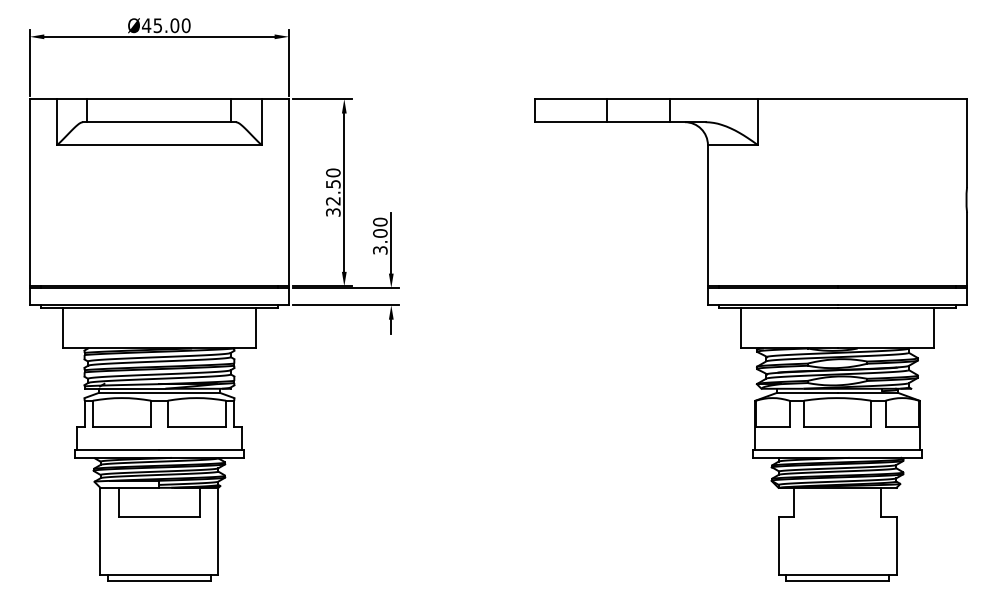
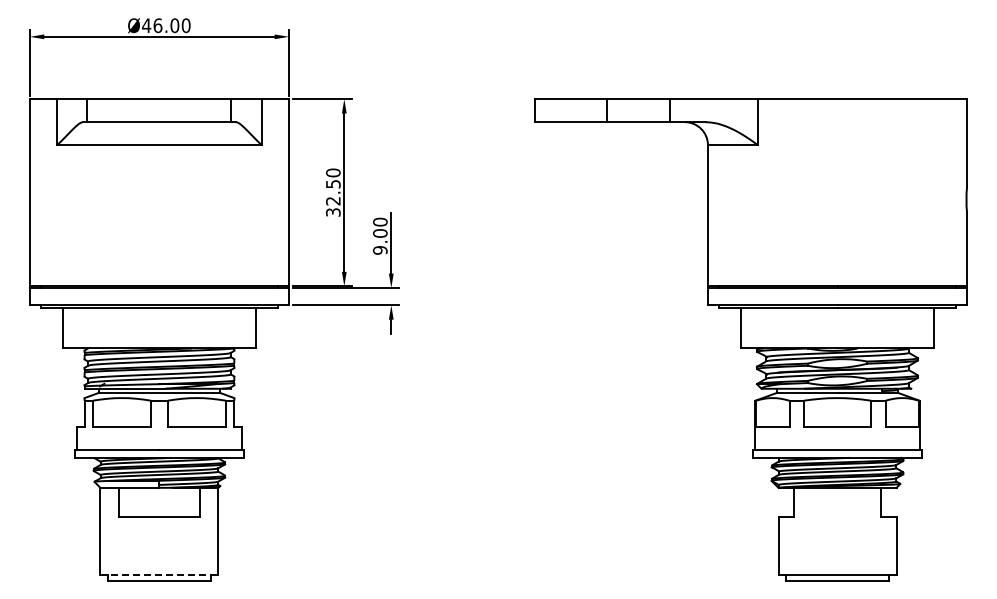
text at (157, 25): Ø45.00 -> Ø46.00
text at (380, 250): 3.00 -> 9.00
line at (159, 575): solid -> dashed
